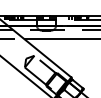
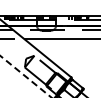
line at (26, 77): solid -> dashed
